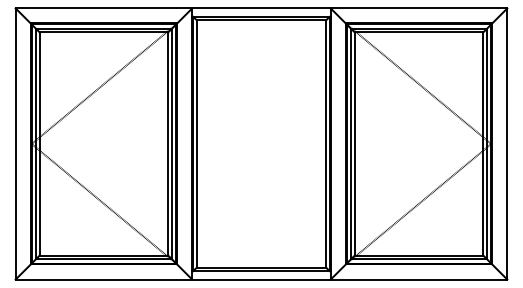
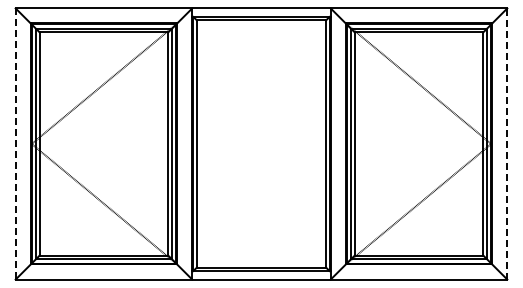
line at (15, 144): solid -> dashed
line at (507, 144): solid -> dashed
